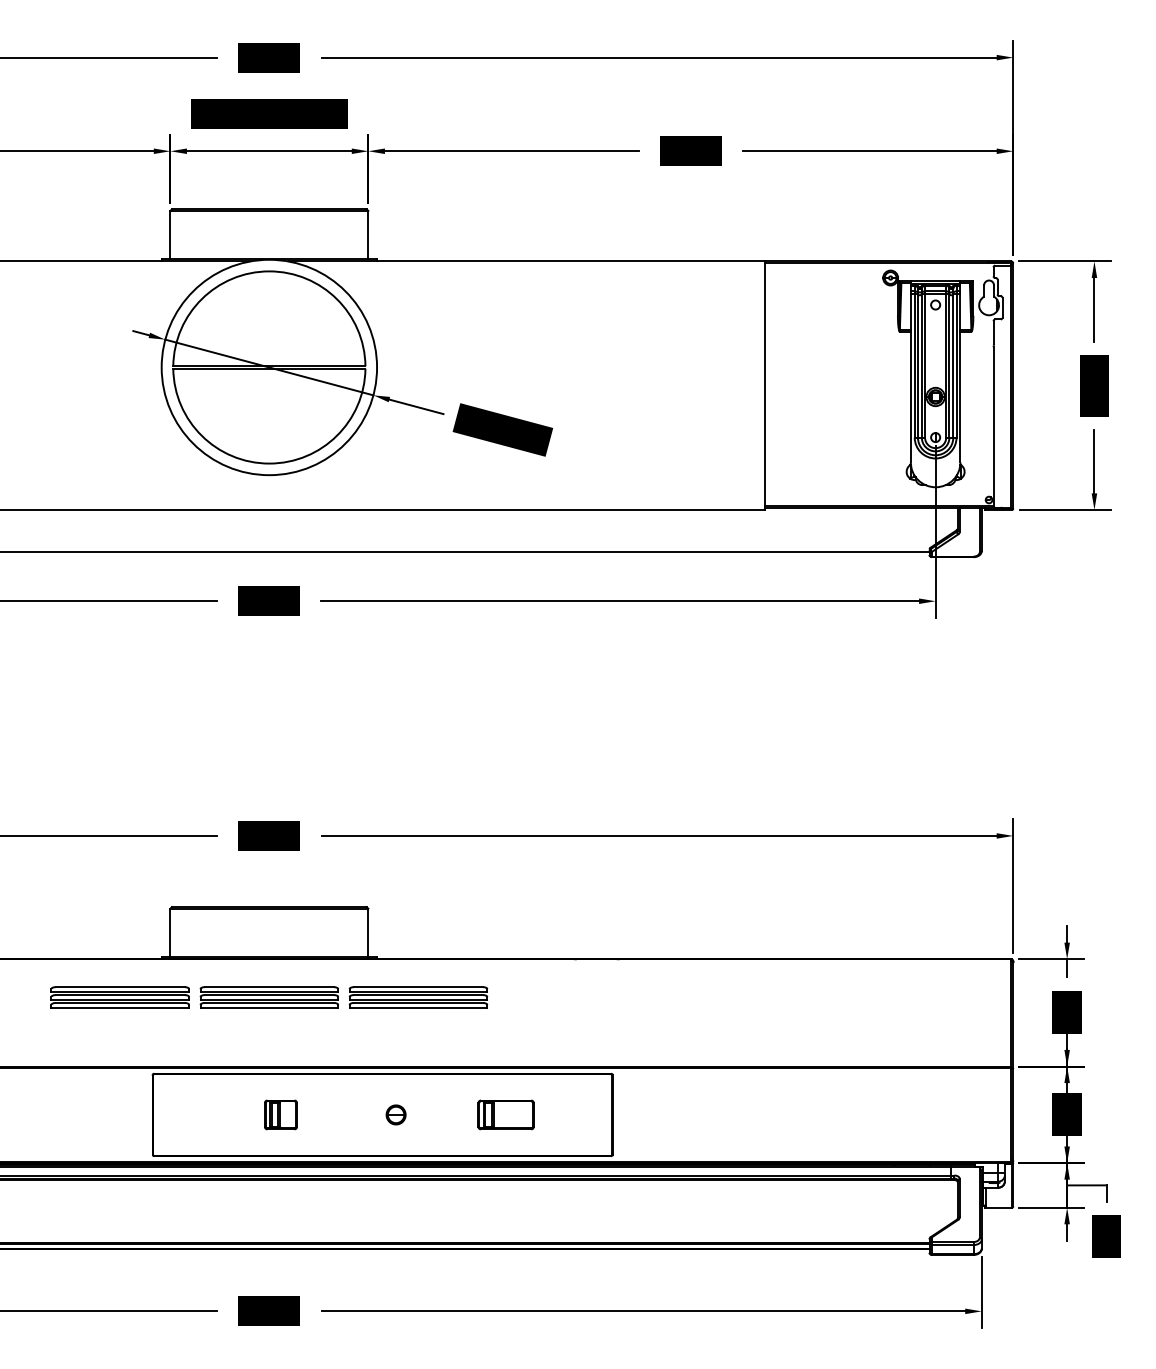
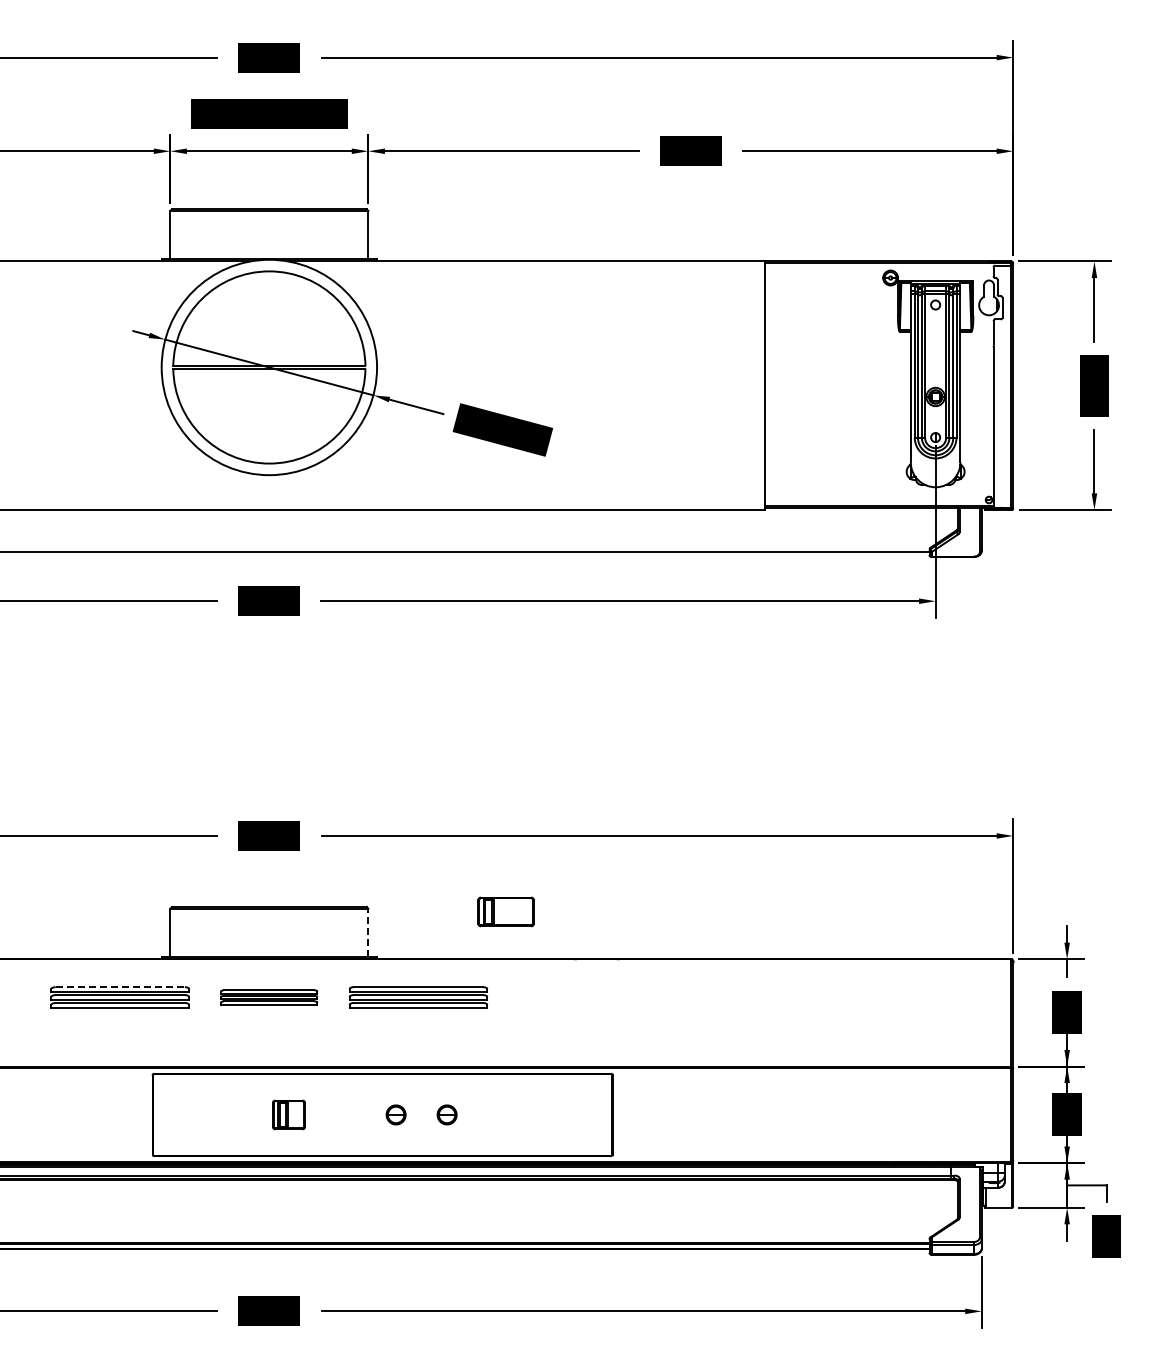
line at (368, 932): solid -> dashed
line at (120, 987): solid -> dashed
part at (268, 997) size: 140x23 px -> 99x17 px
part at (280, 1114) position: (280, 1114) -> (288, 1114)
part at (446, 1114): none -> present
part at (505, 1114) position: (505, 1114) -> (505, 911)
